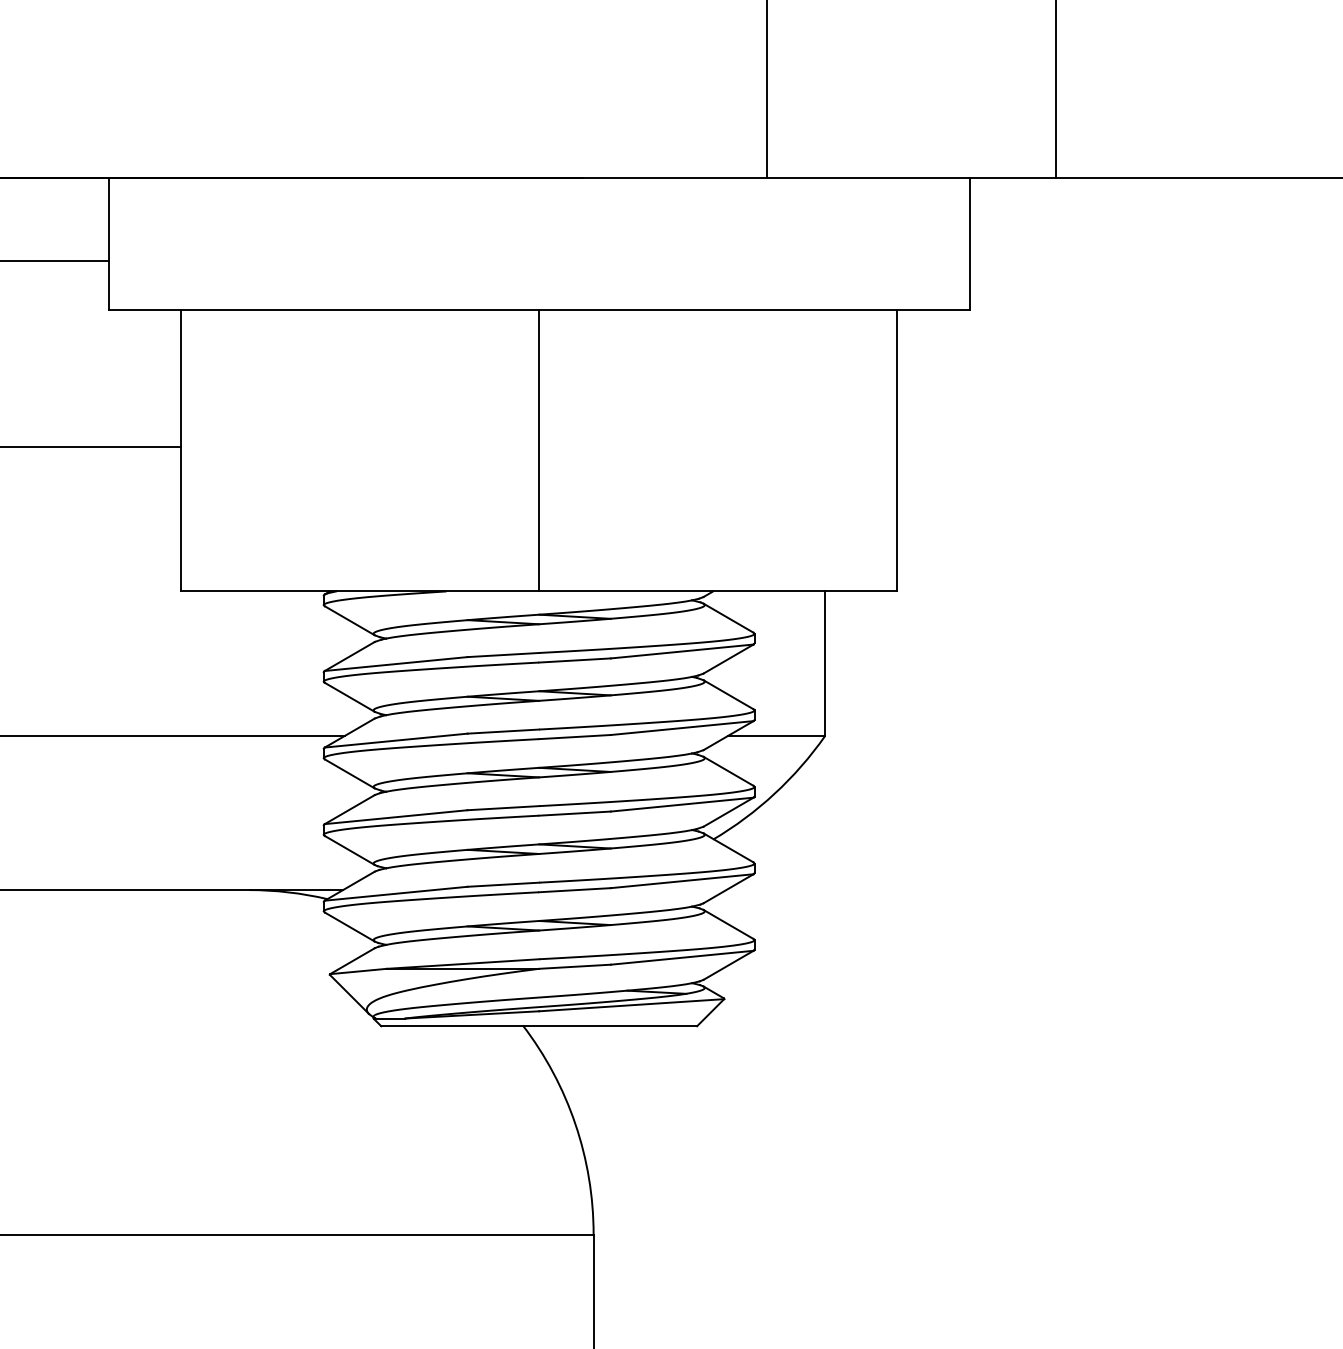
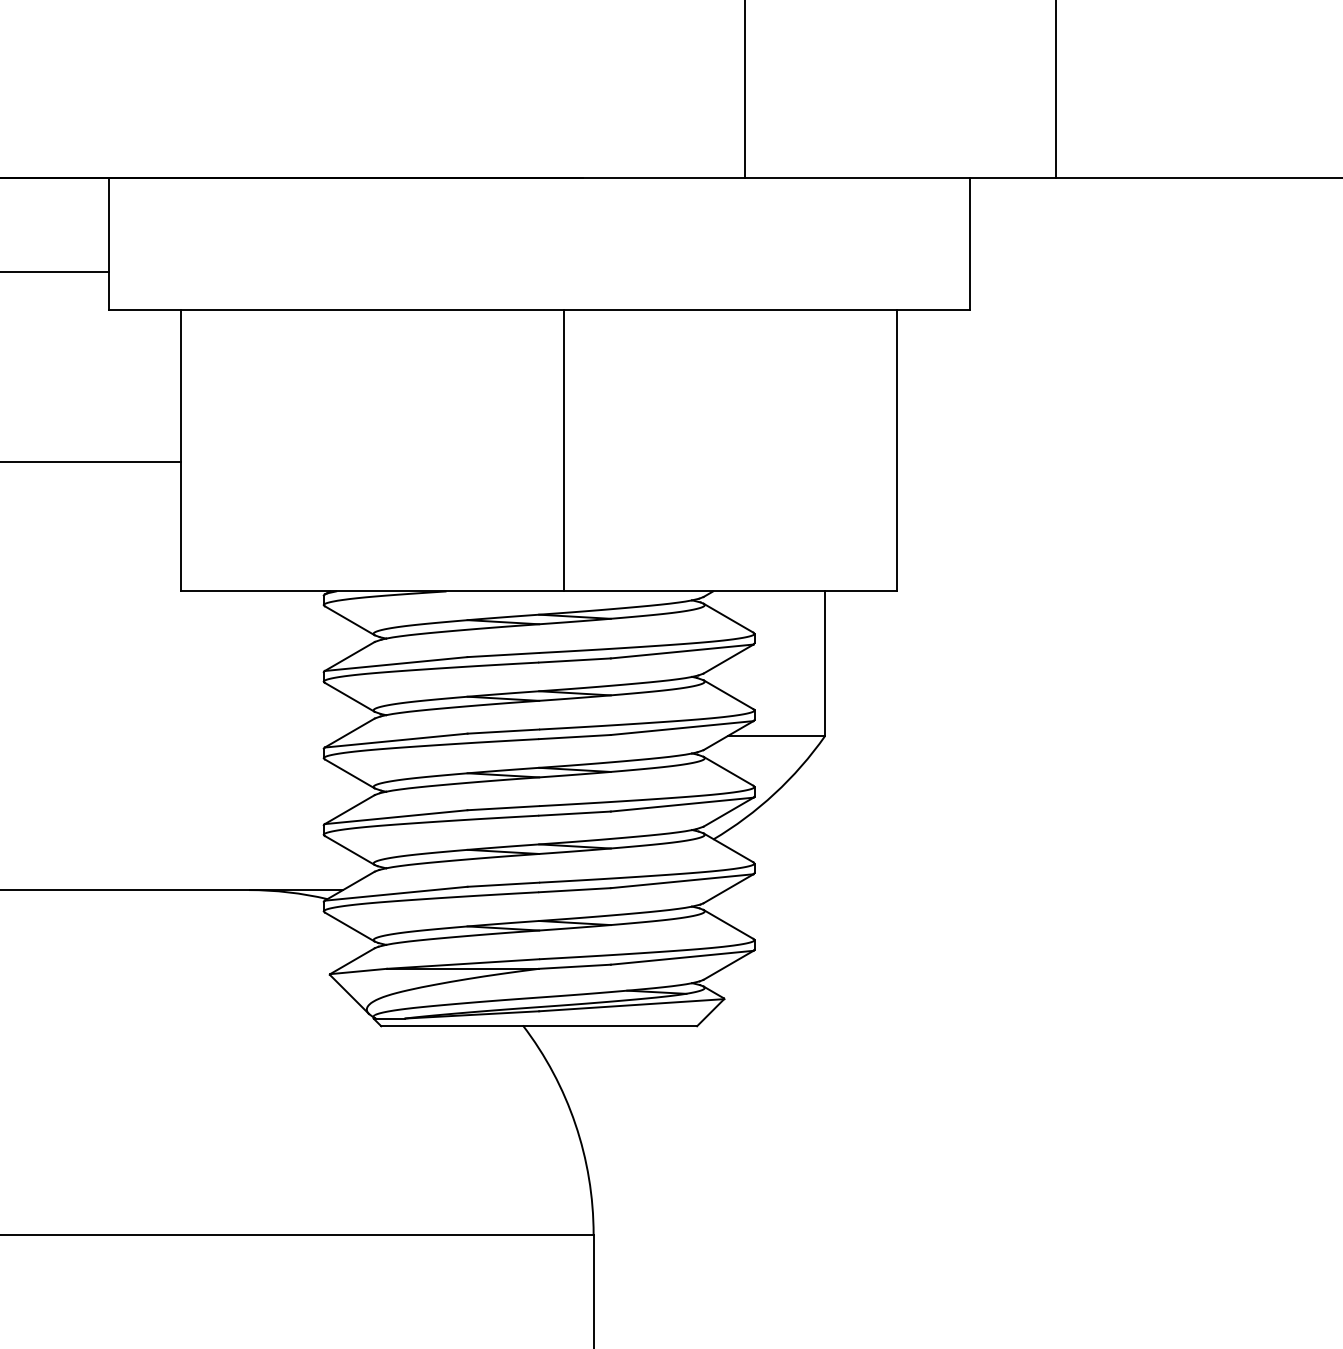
line at (766, 89) position: (766, 89) -> (744, 89)
line at (55, 260) position: (55, 260) -> (55, 271)
line at (91, 446) position: (91, 446) -> (91, 461)
line at (539, 450) position: (539, 450) -> (564, 450)
line at (173, 735): present -> none
